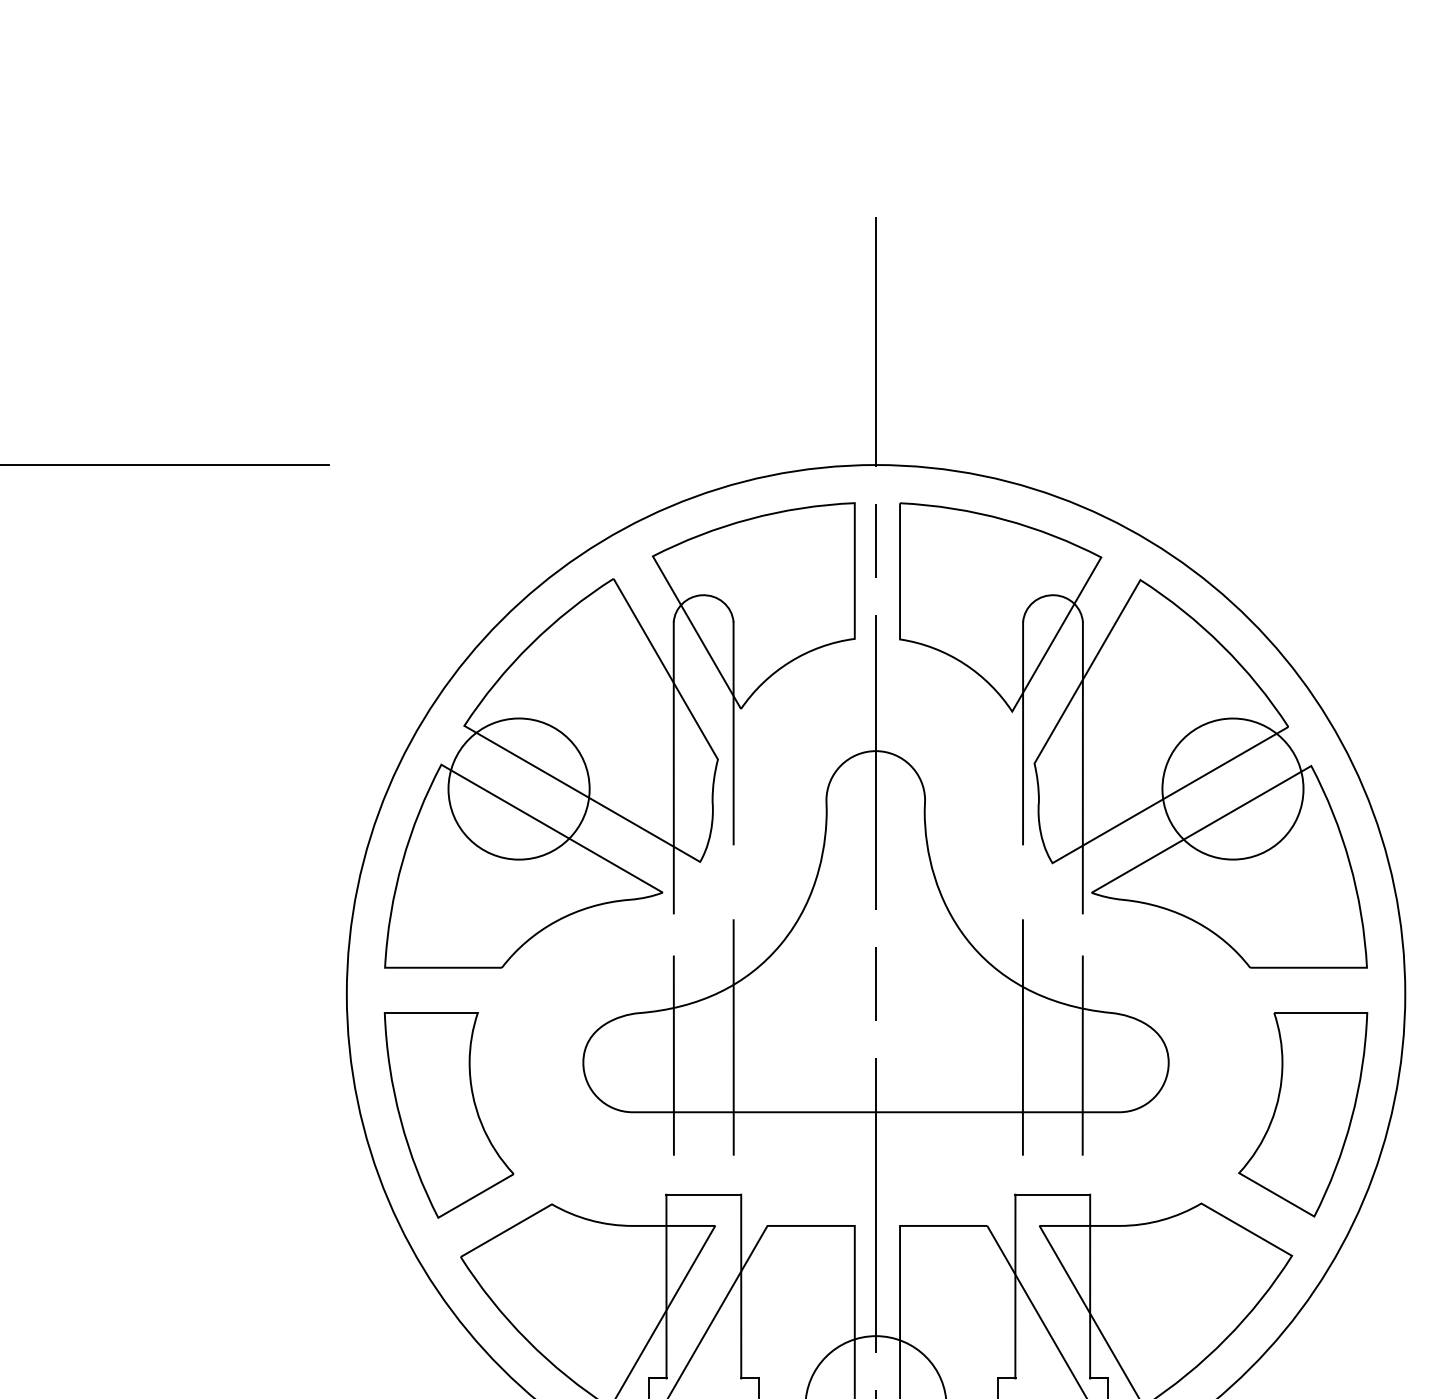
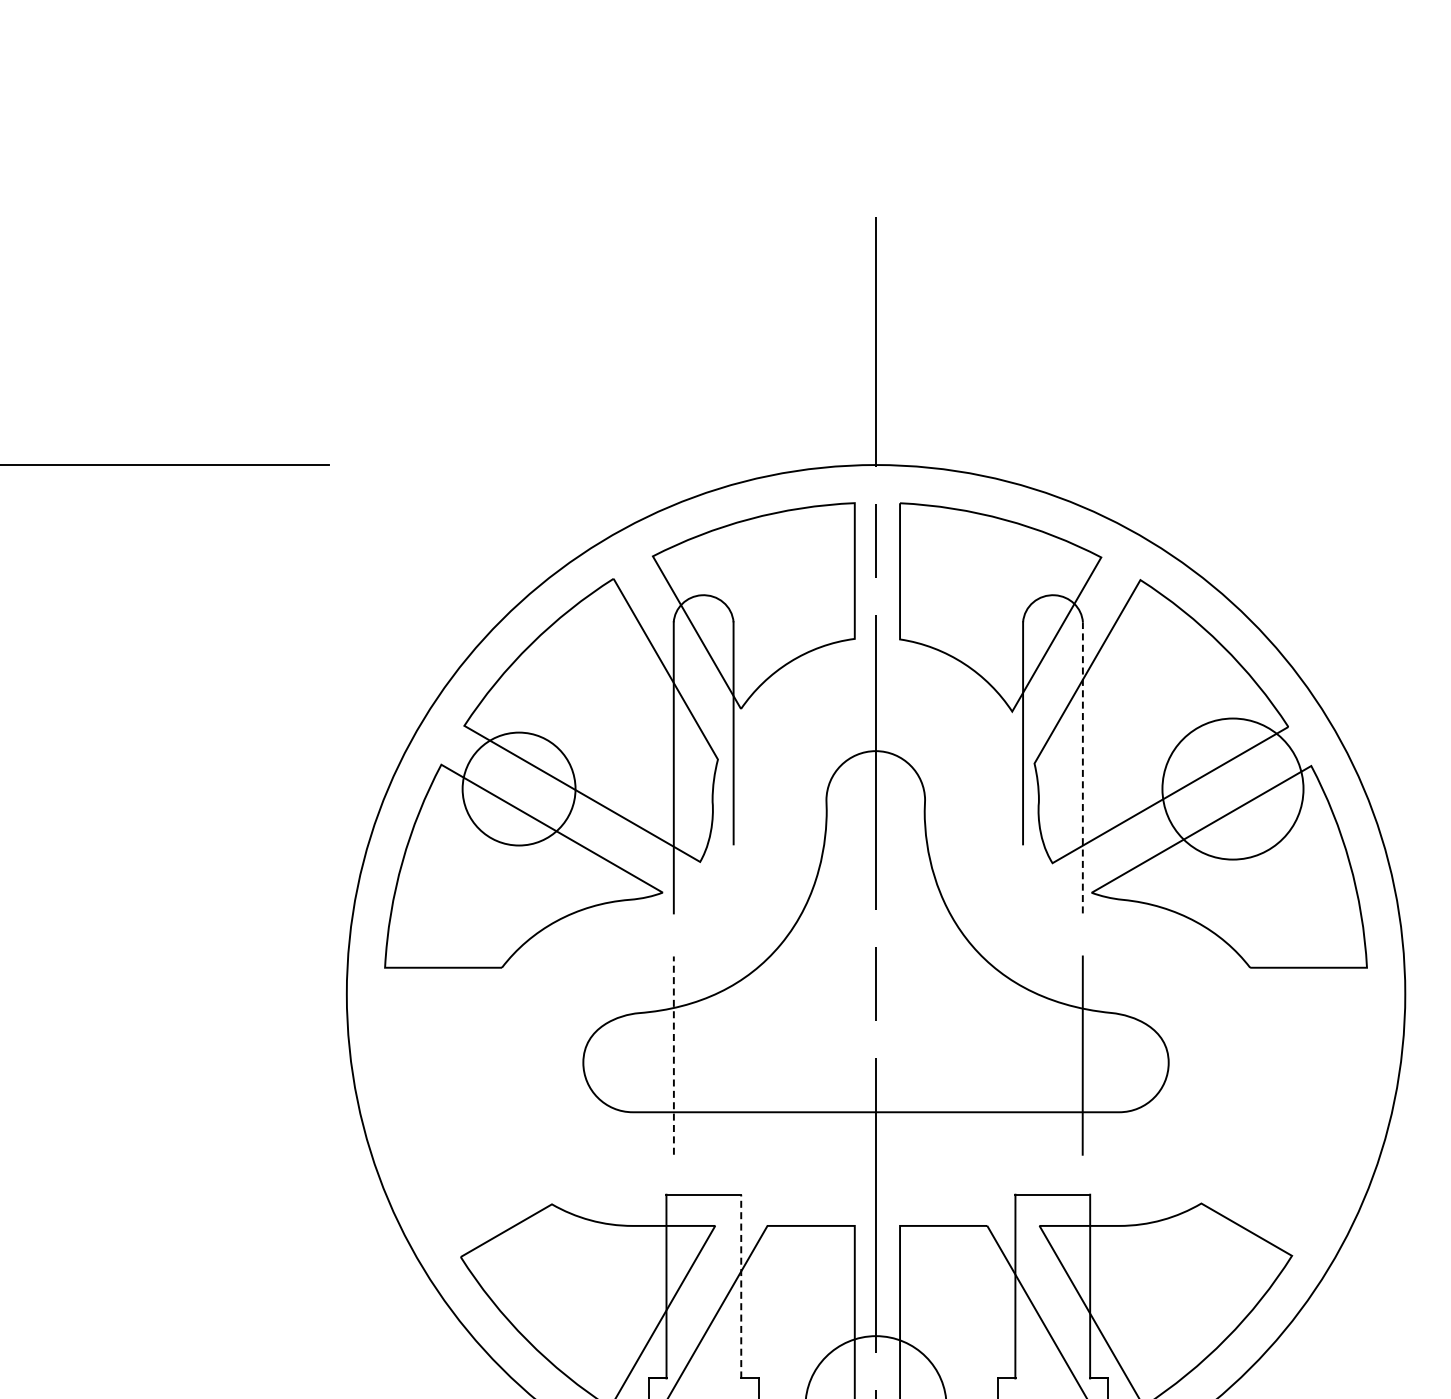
line at (1082, 767): solid -> dashed
circle at (518, 788) diameter: 141 px -> 113 px
line at (733, 1037): present -> none
line at (1022, 1037): present -> none
line at (673, 1055): solid -> dashed
part at (1303, 1114): present -> none
part at (448, 1115): present -> none
line at (741, 1286): solid -> dashed
